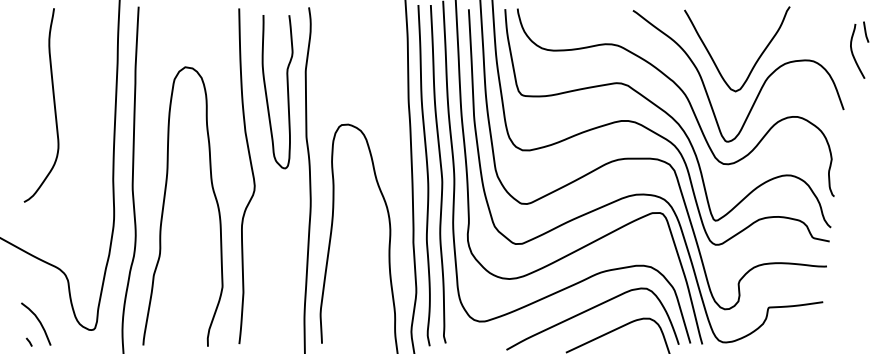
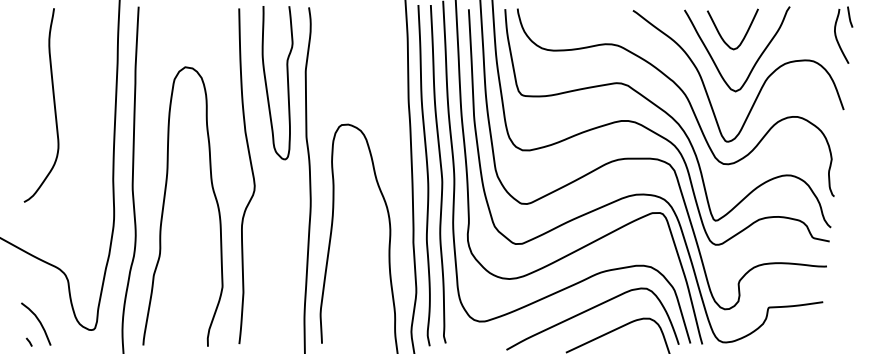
curve at (721, 35): none -> present
part at (853, 52) position: (853, 52) -> (837, 37)
curve at (287, 92) position: (287, 92) -> (287, 83)
